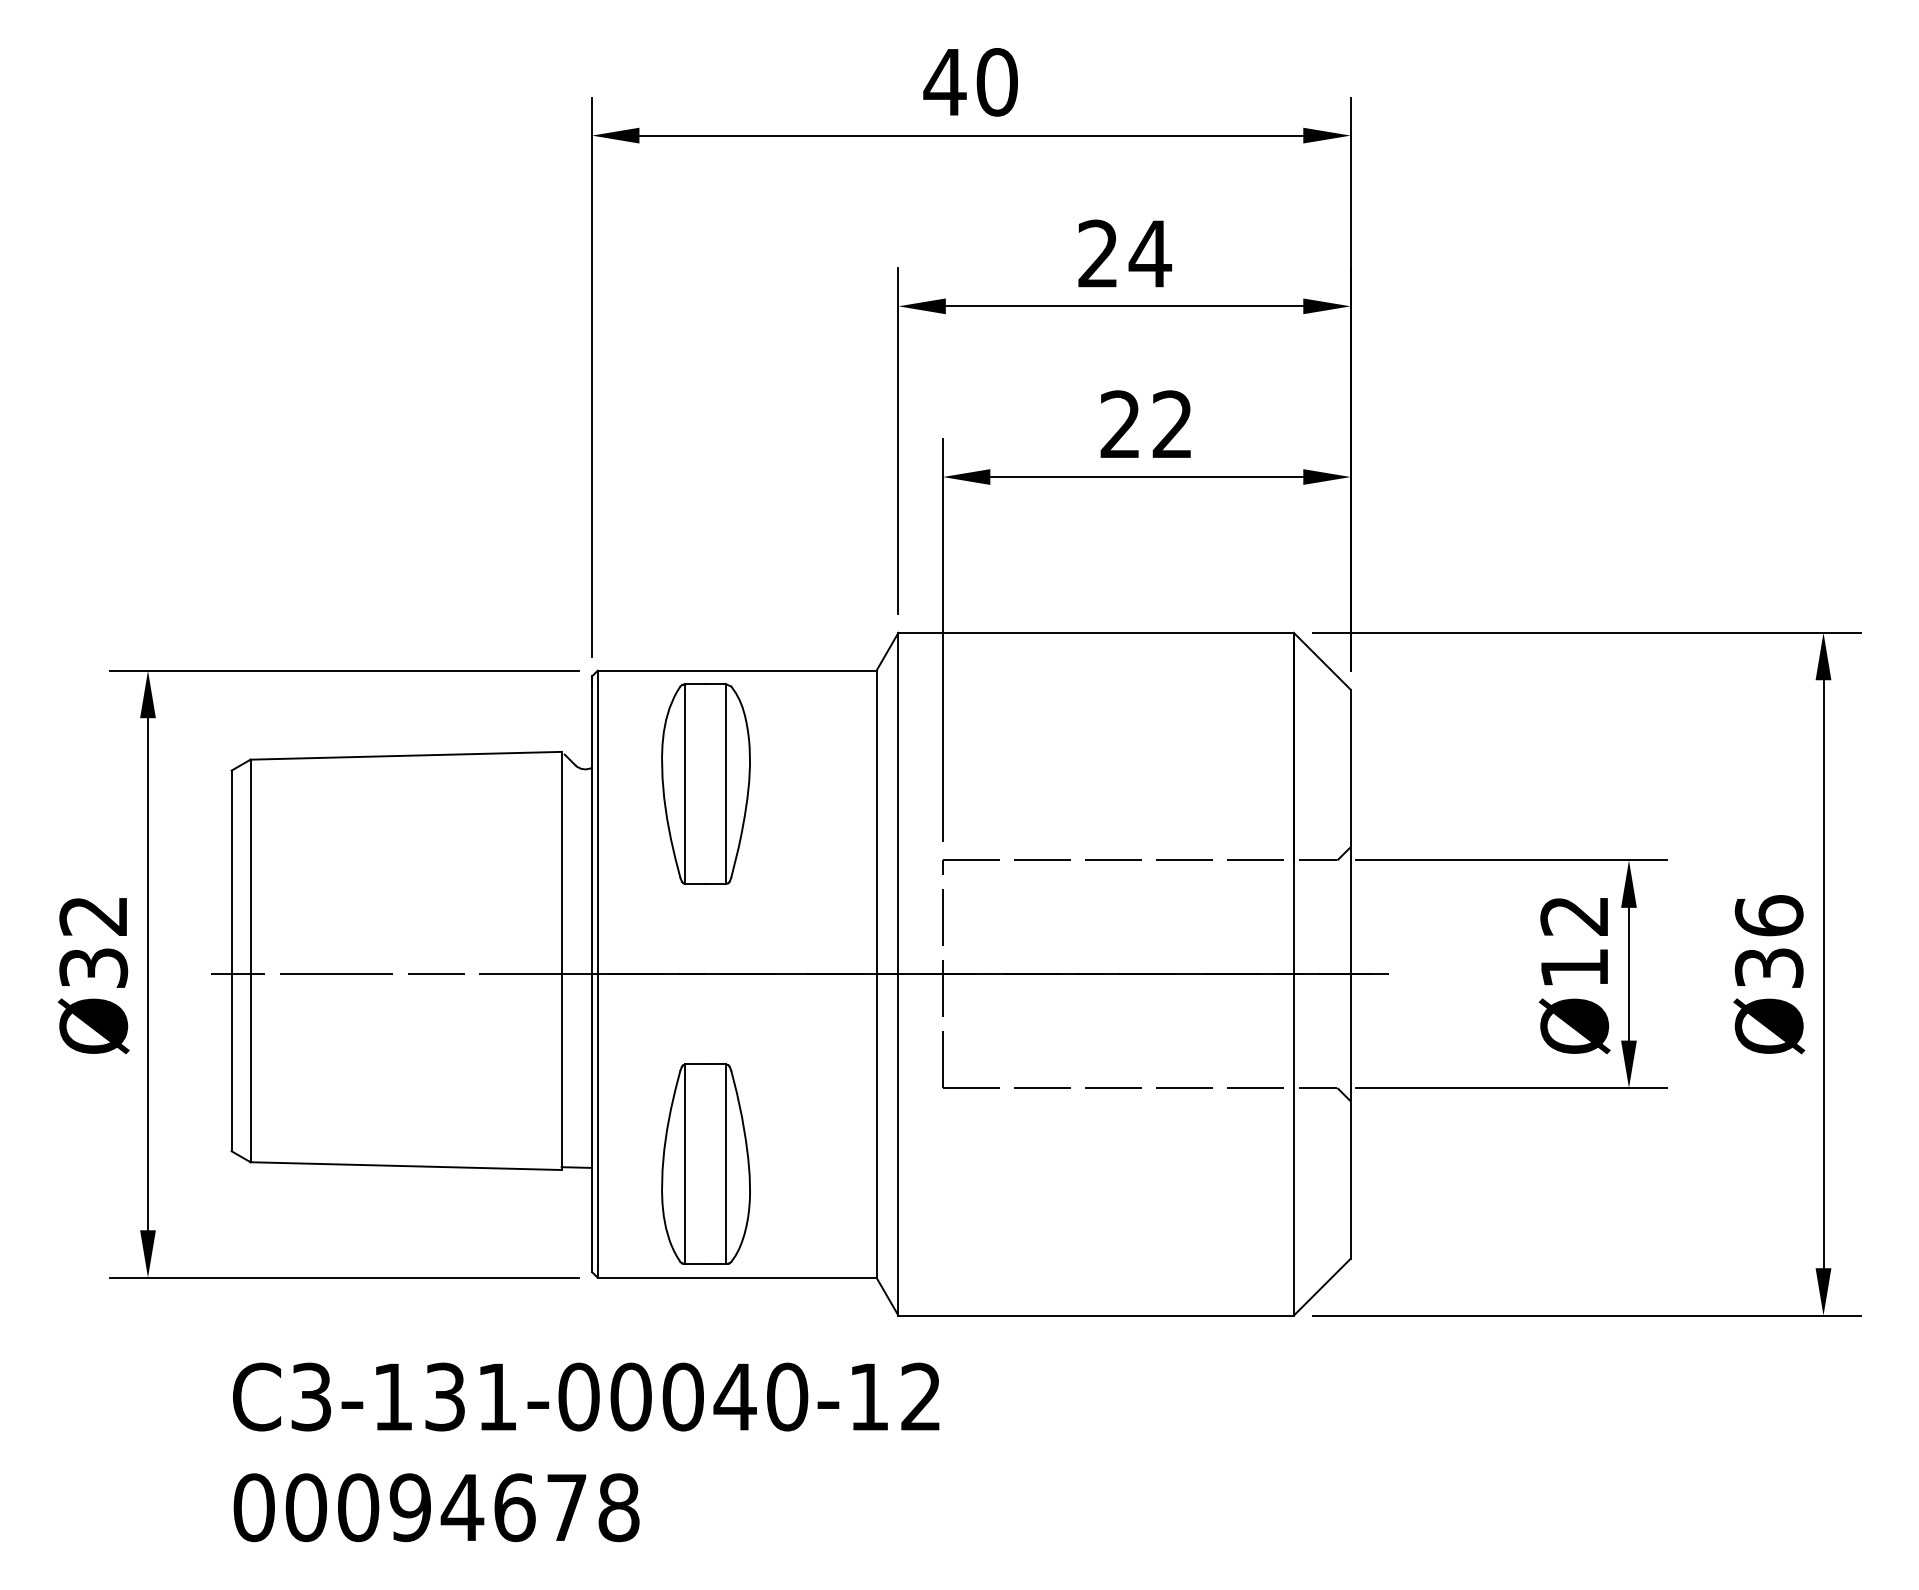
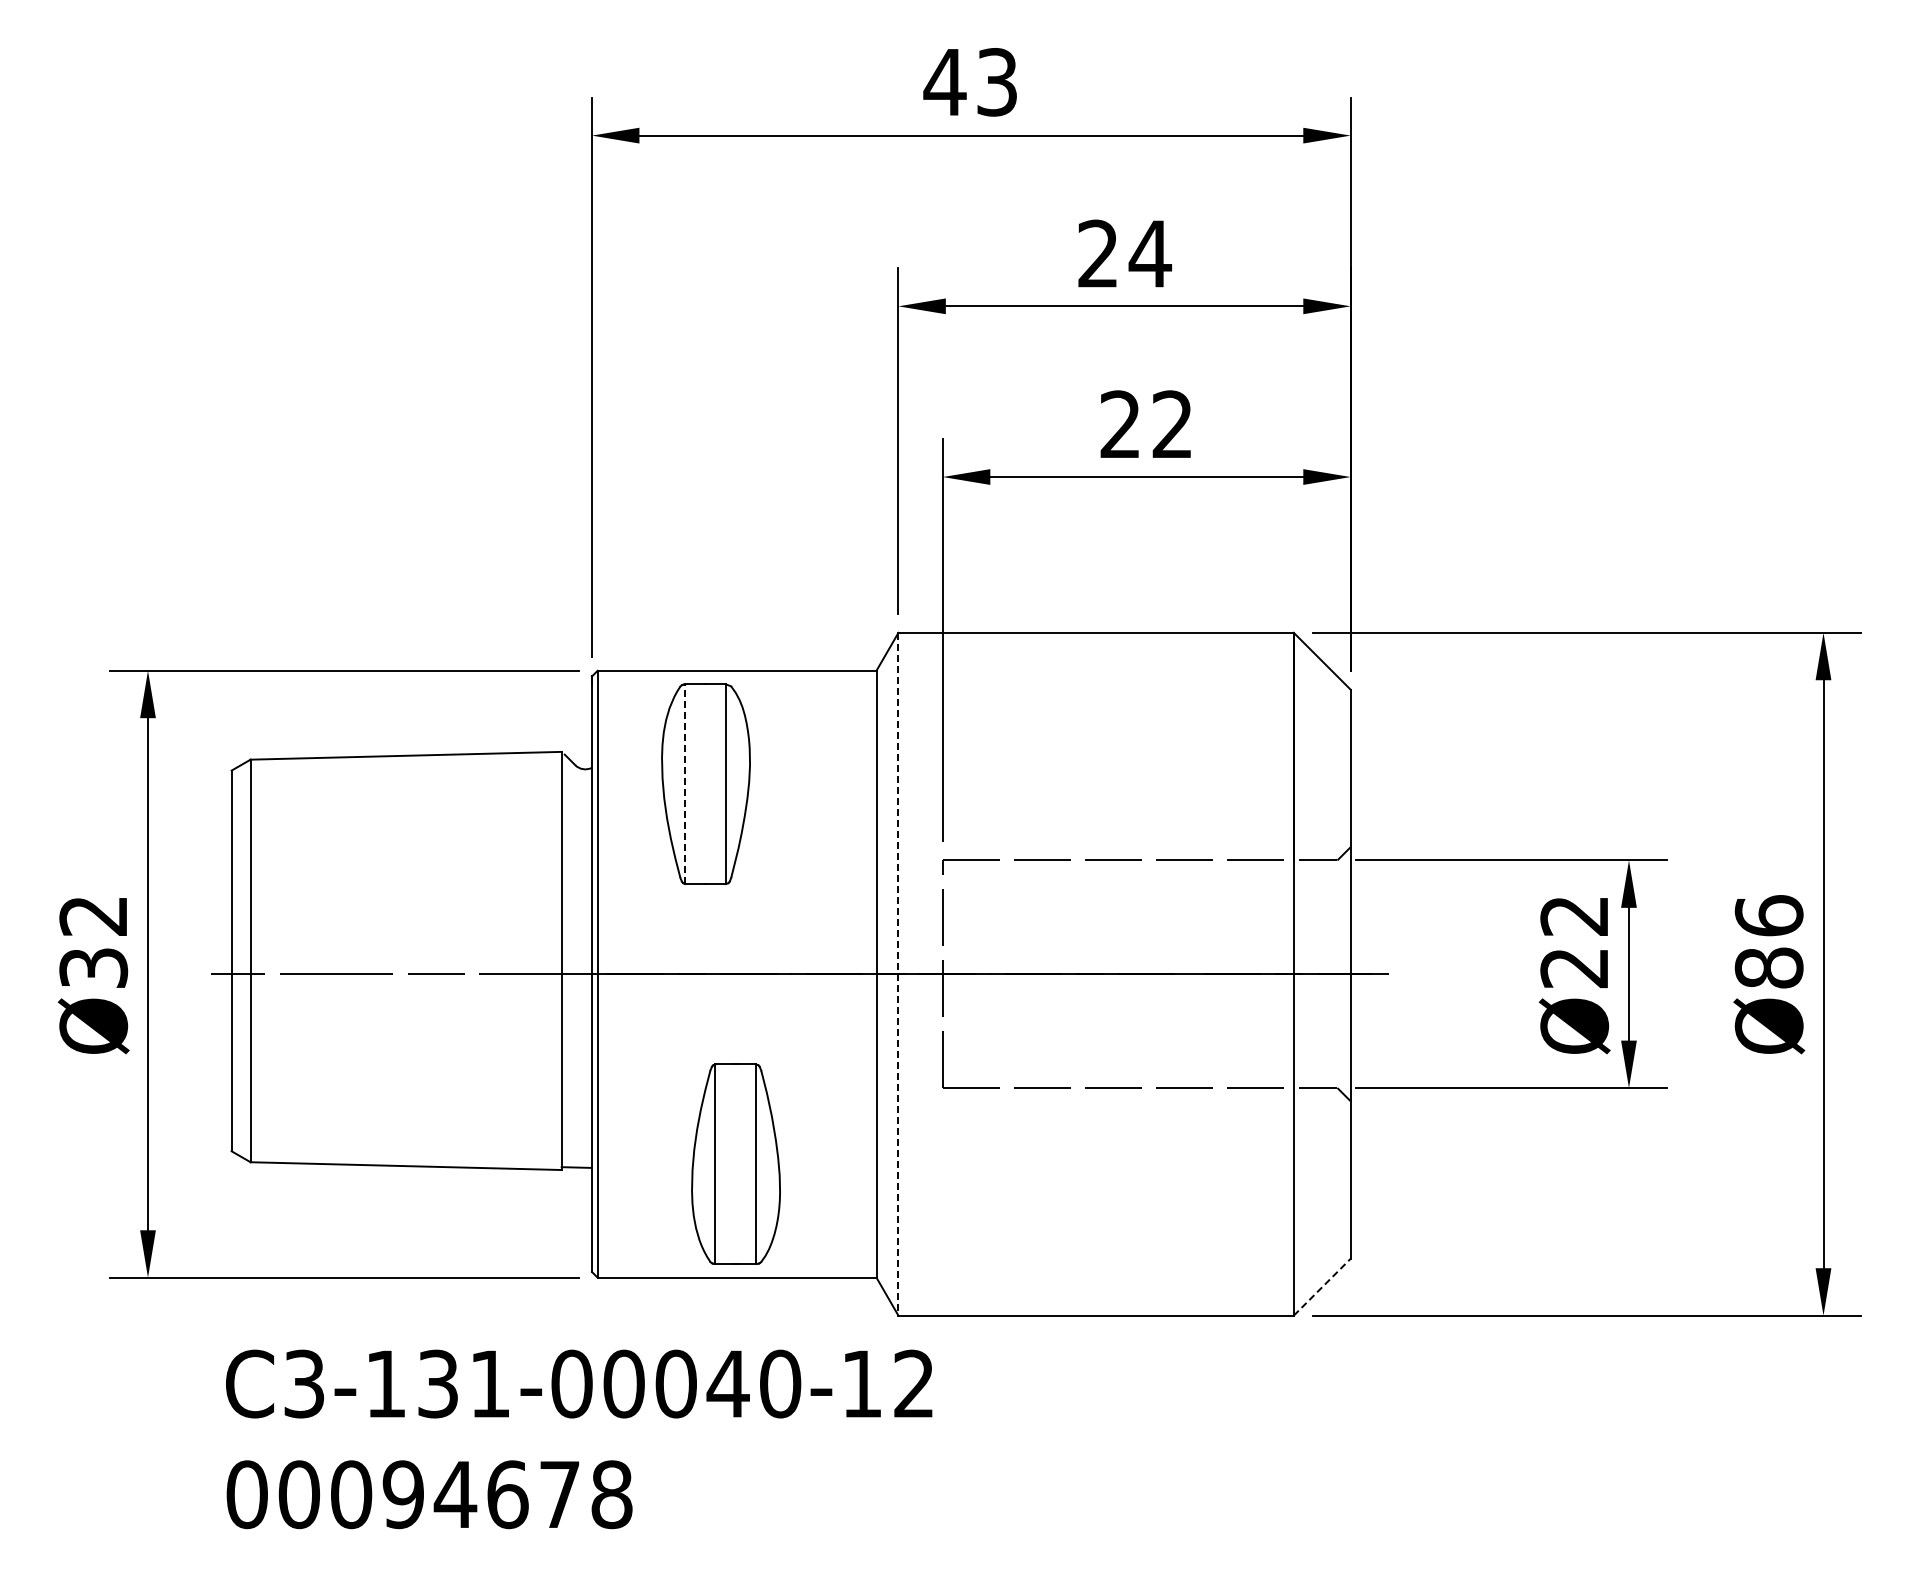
text at (996, 82): 40 -> 43
line at (685, 784): solid -> dashed
text at (1768, 967): Ø36 -> Ø86
text at (1573, 968): Ø12 -> Ø22
line at (898, 974): solid -> dashed
part at (705, 1163) position: (705, 1163) -> (735, 1163)
line at (1322, 1286): solid -> dashed
text at (586, 1452) position: (586, 1452) -> (579, 1439)
